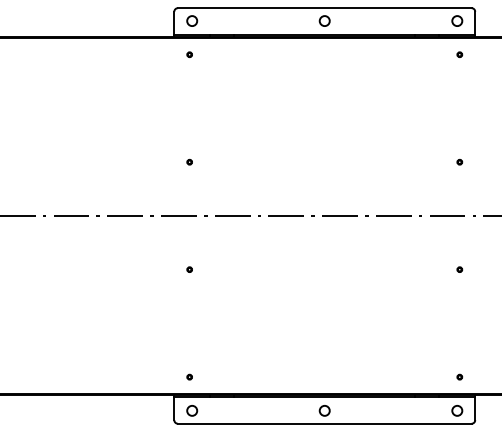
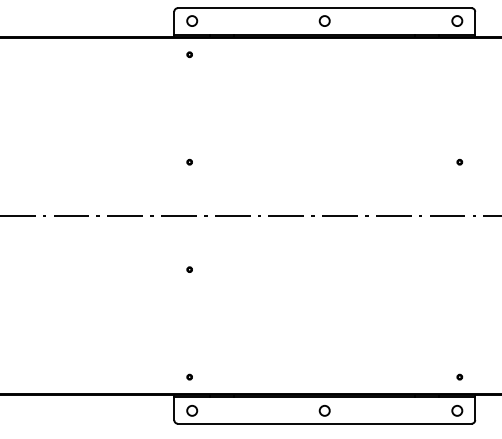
part at (459, 54): present -> none
part at (459, 269): present -> none
